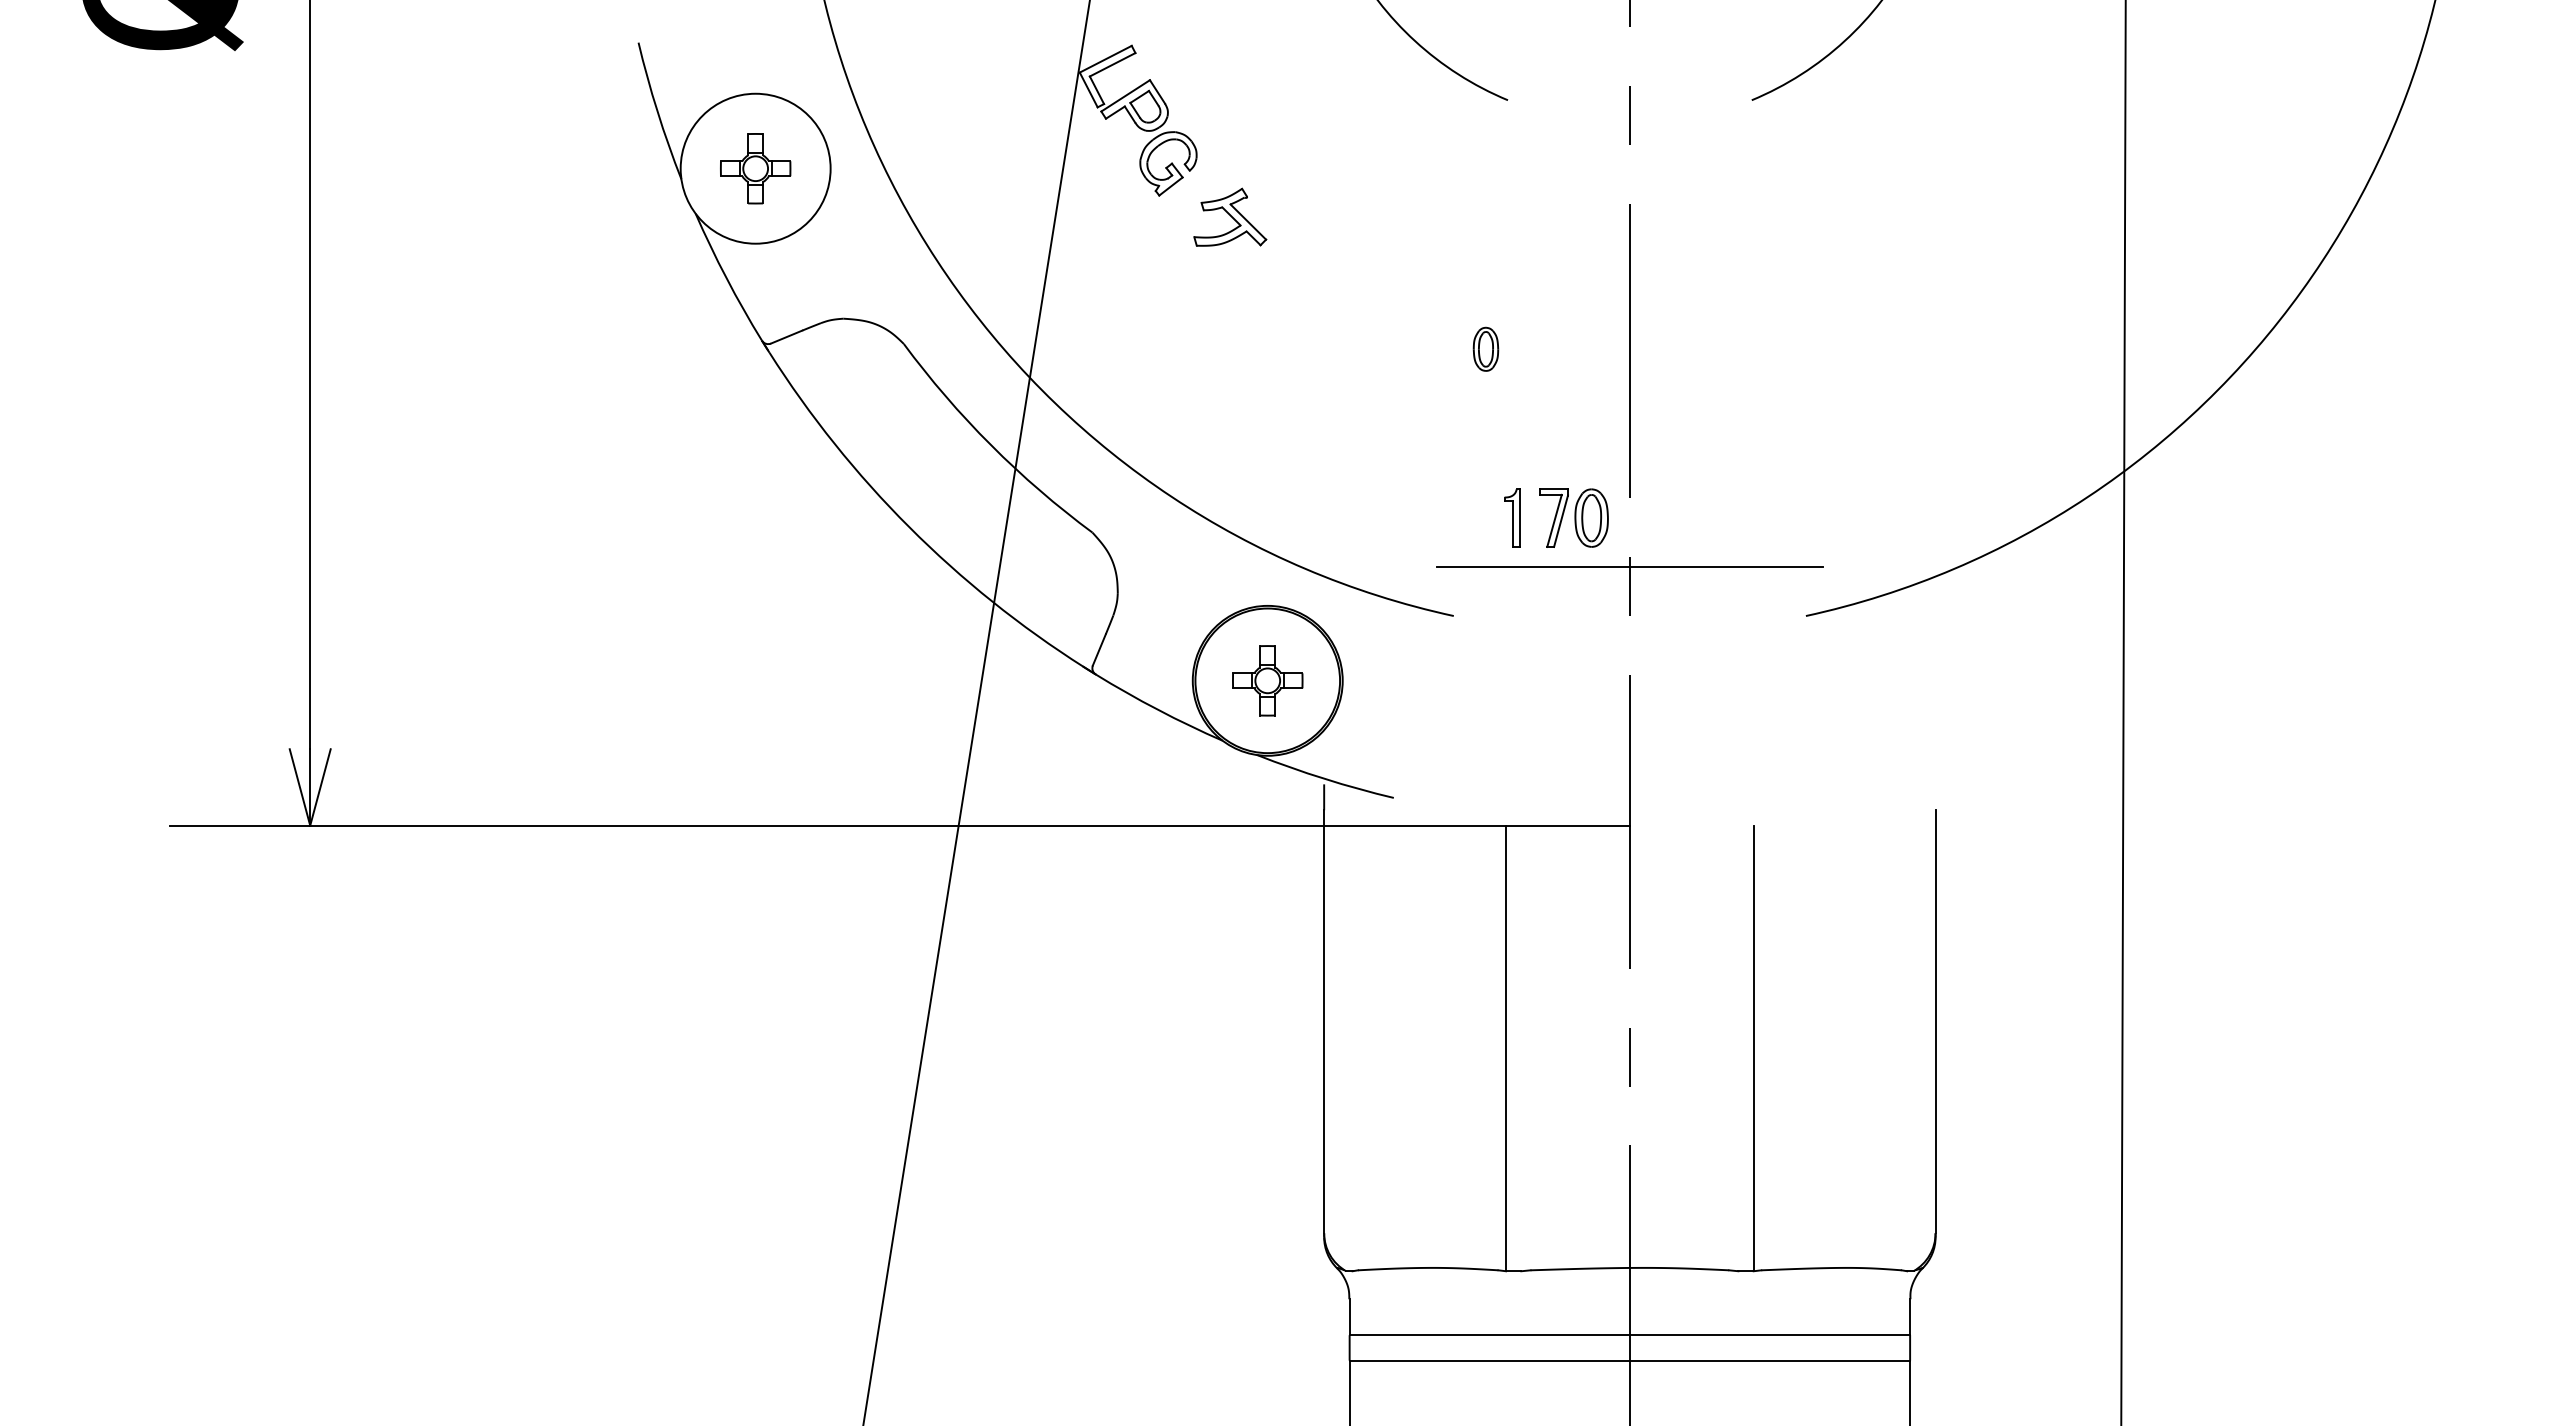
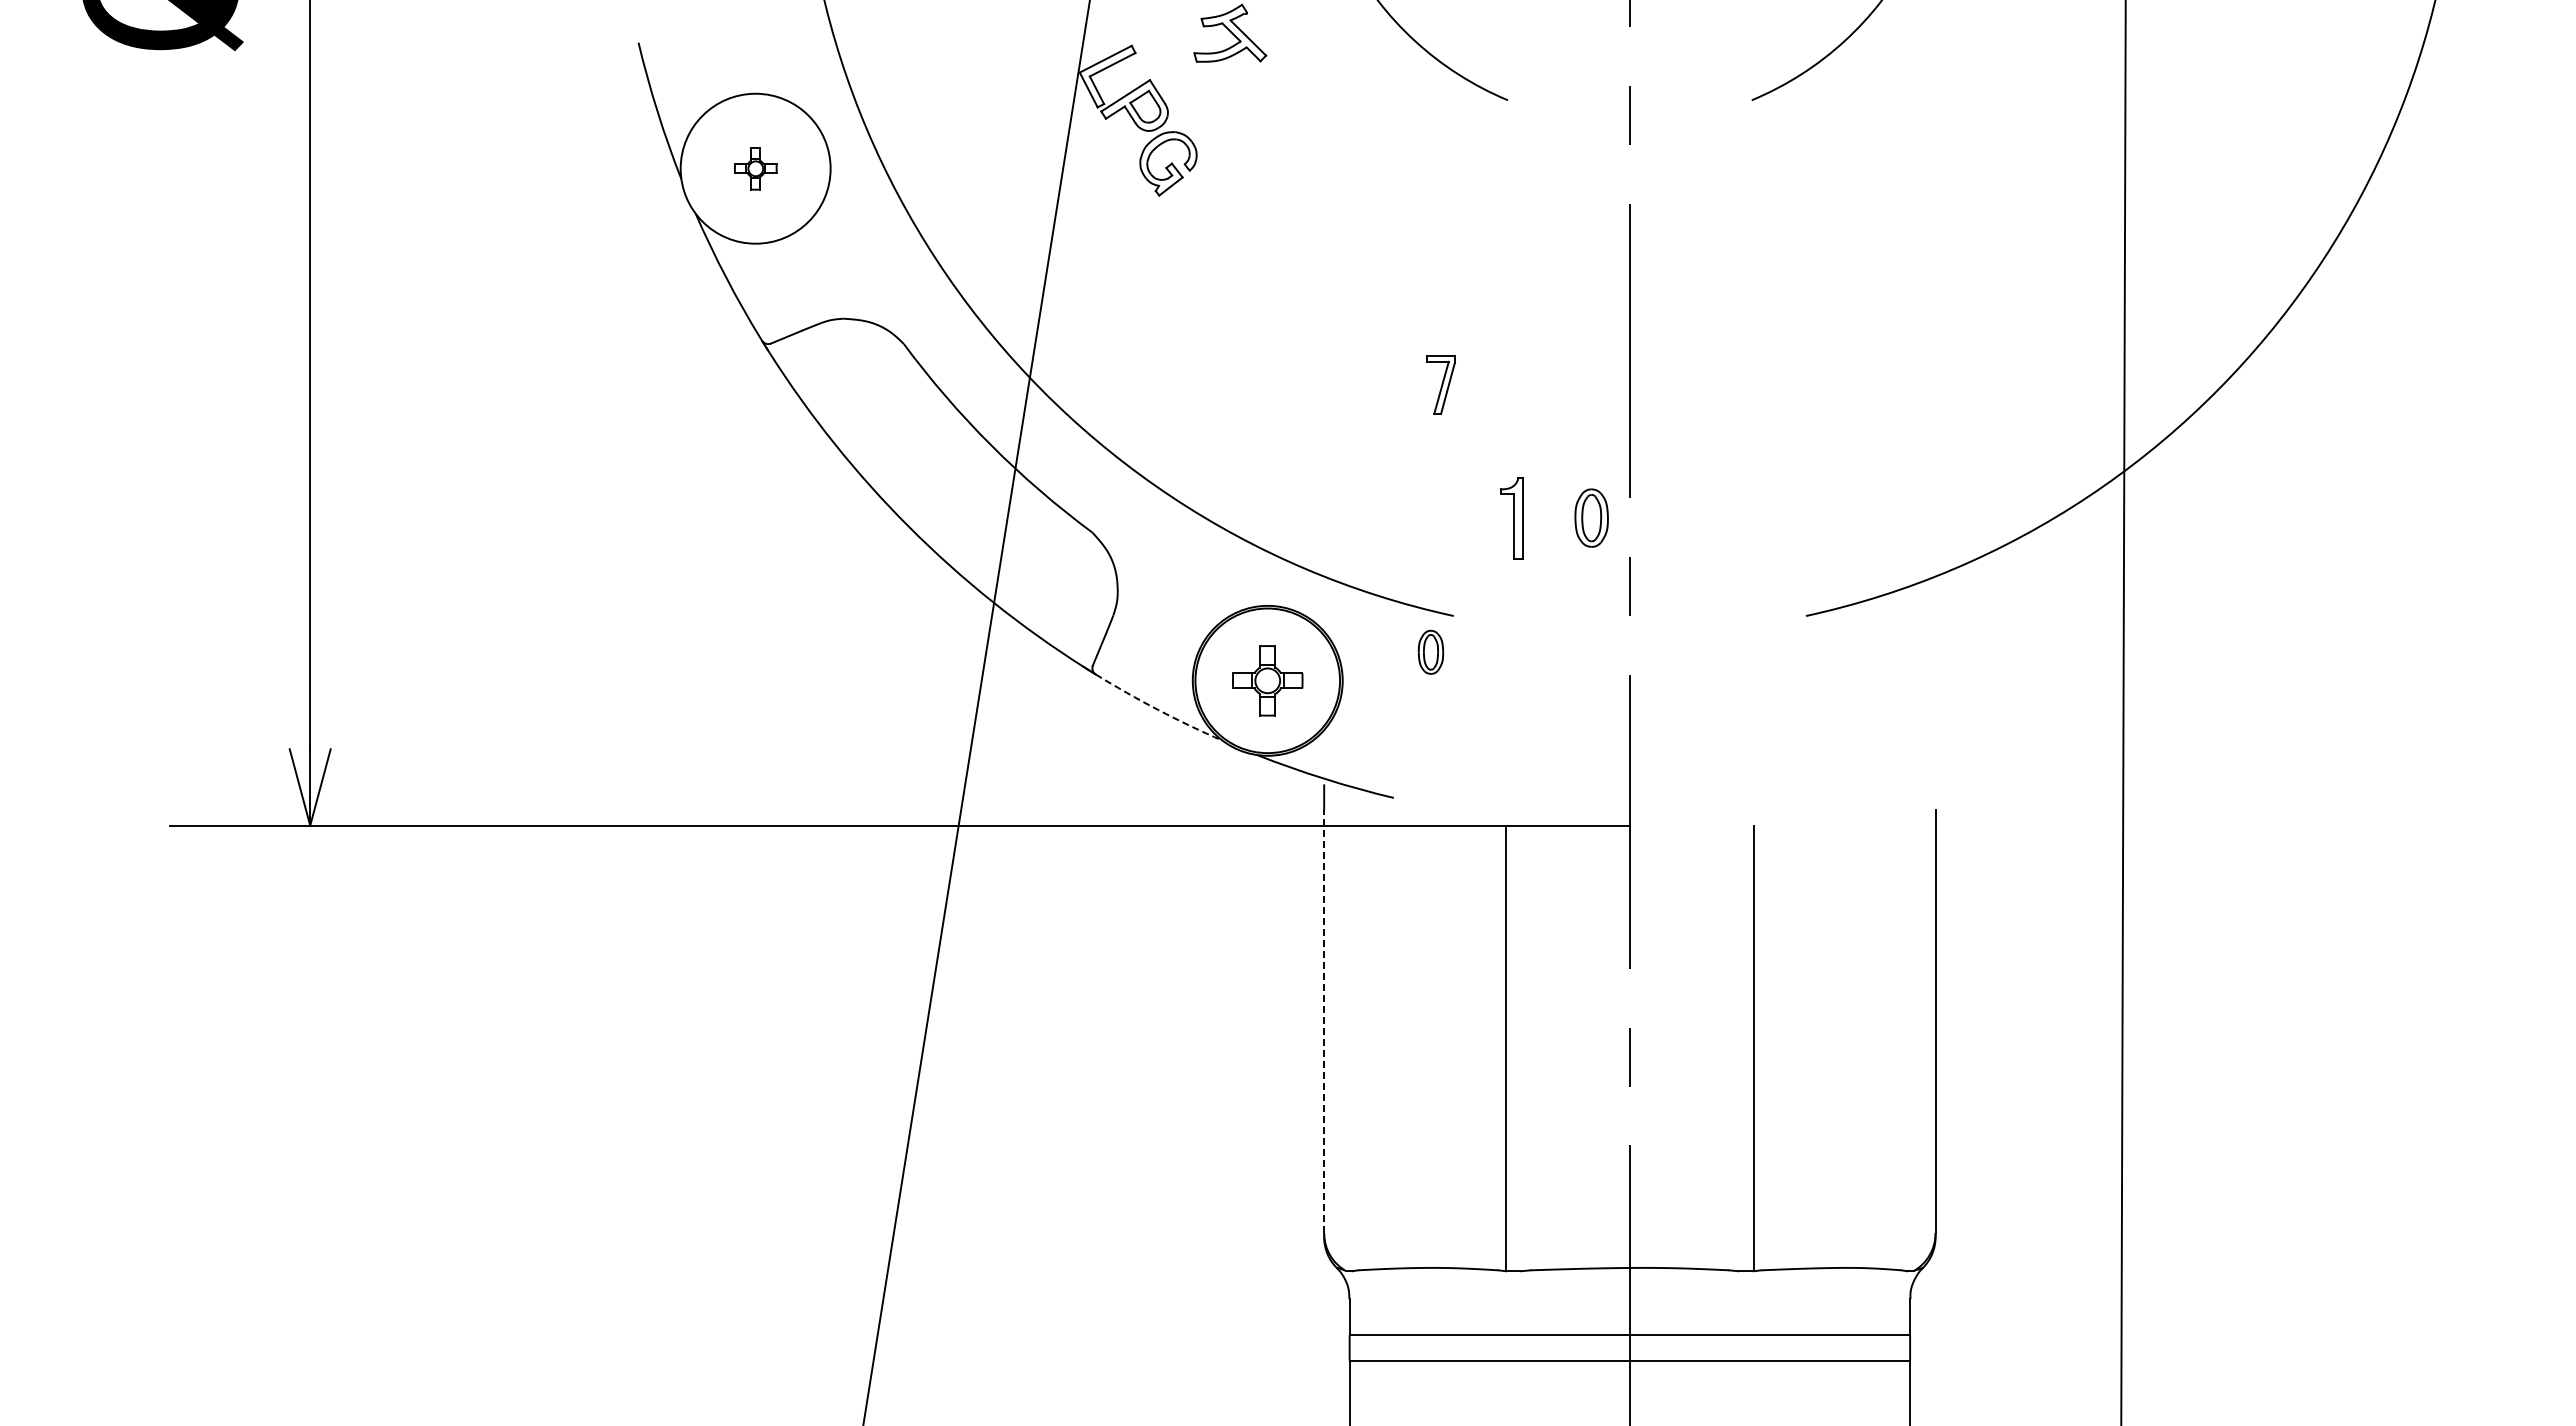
part at (755, 168) size: 72x72 px -> 44x44 px
part at (1230, 216) position: (1230, 216) -> (1230, 32)
part at (1485, 348) position: (1485, 348) -> (1430, 651)
part at (1512, 517) size: 17x60 px -> 24x83 px
part at (1553, 517) position: (1553, 517) -> (1440, 384)
line at (1629, 567): present -> none
arc at (1158, 709): solid -> dashed
line at (1324, 1021): solid -> dashed
